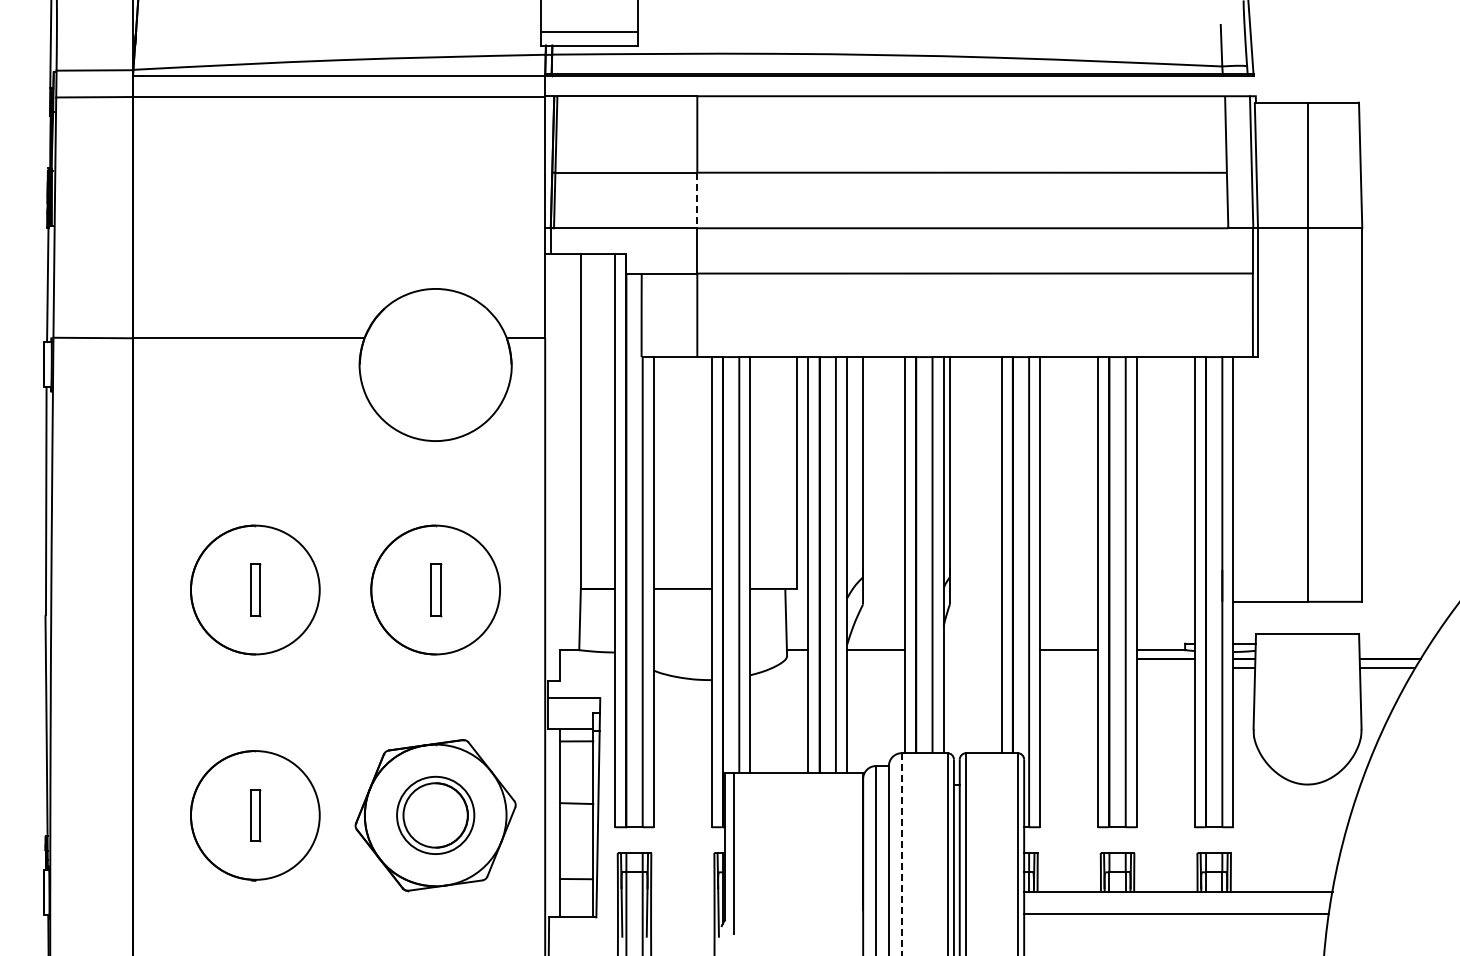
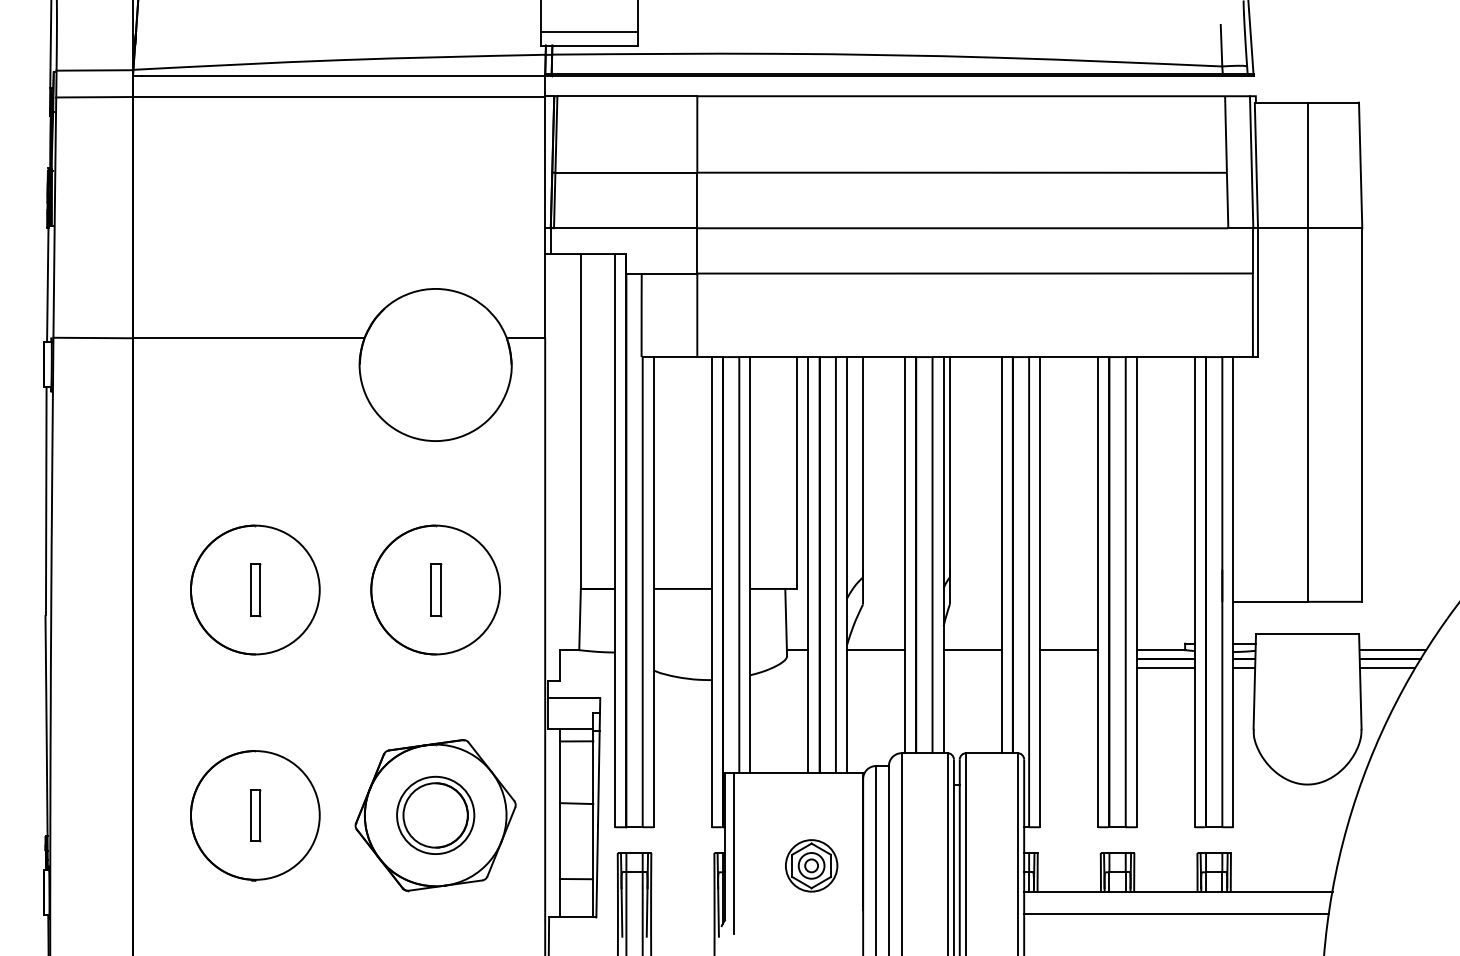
line at (697, 200): dashed -> solid
line at (972, 650): none -> present
line at (1392, 650): none -> present
line at (1165, 668): none -> present
line at (901, 855): dashed -> solid
part at (811, 865): none -> present
